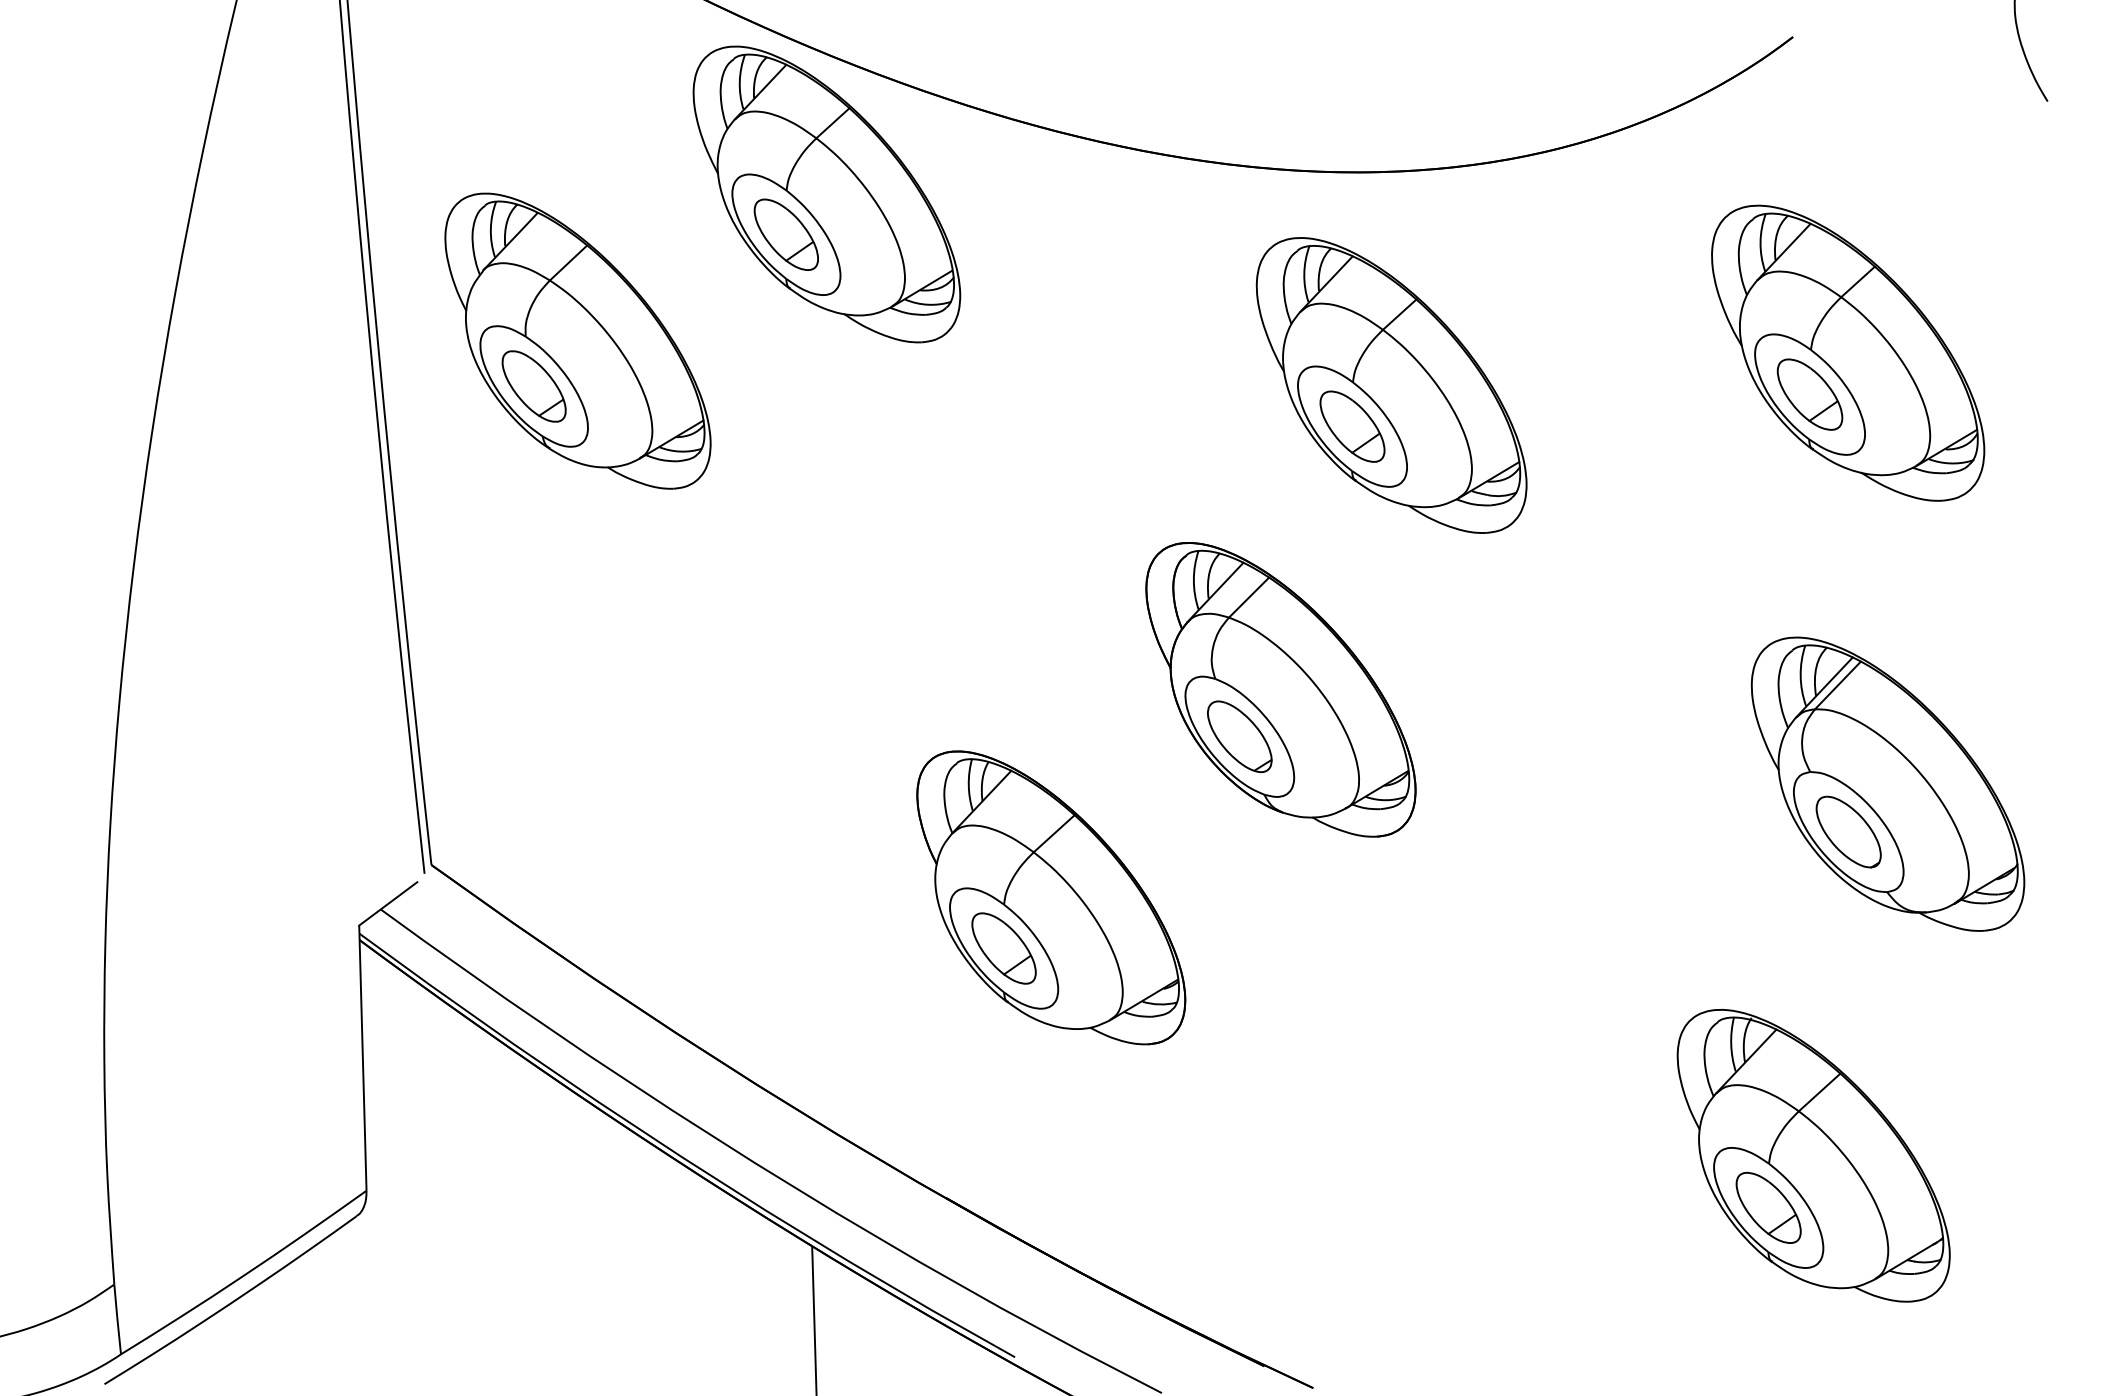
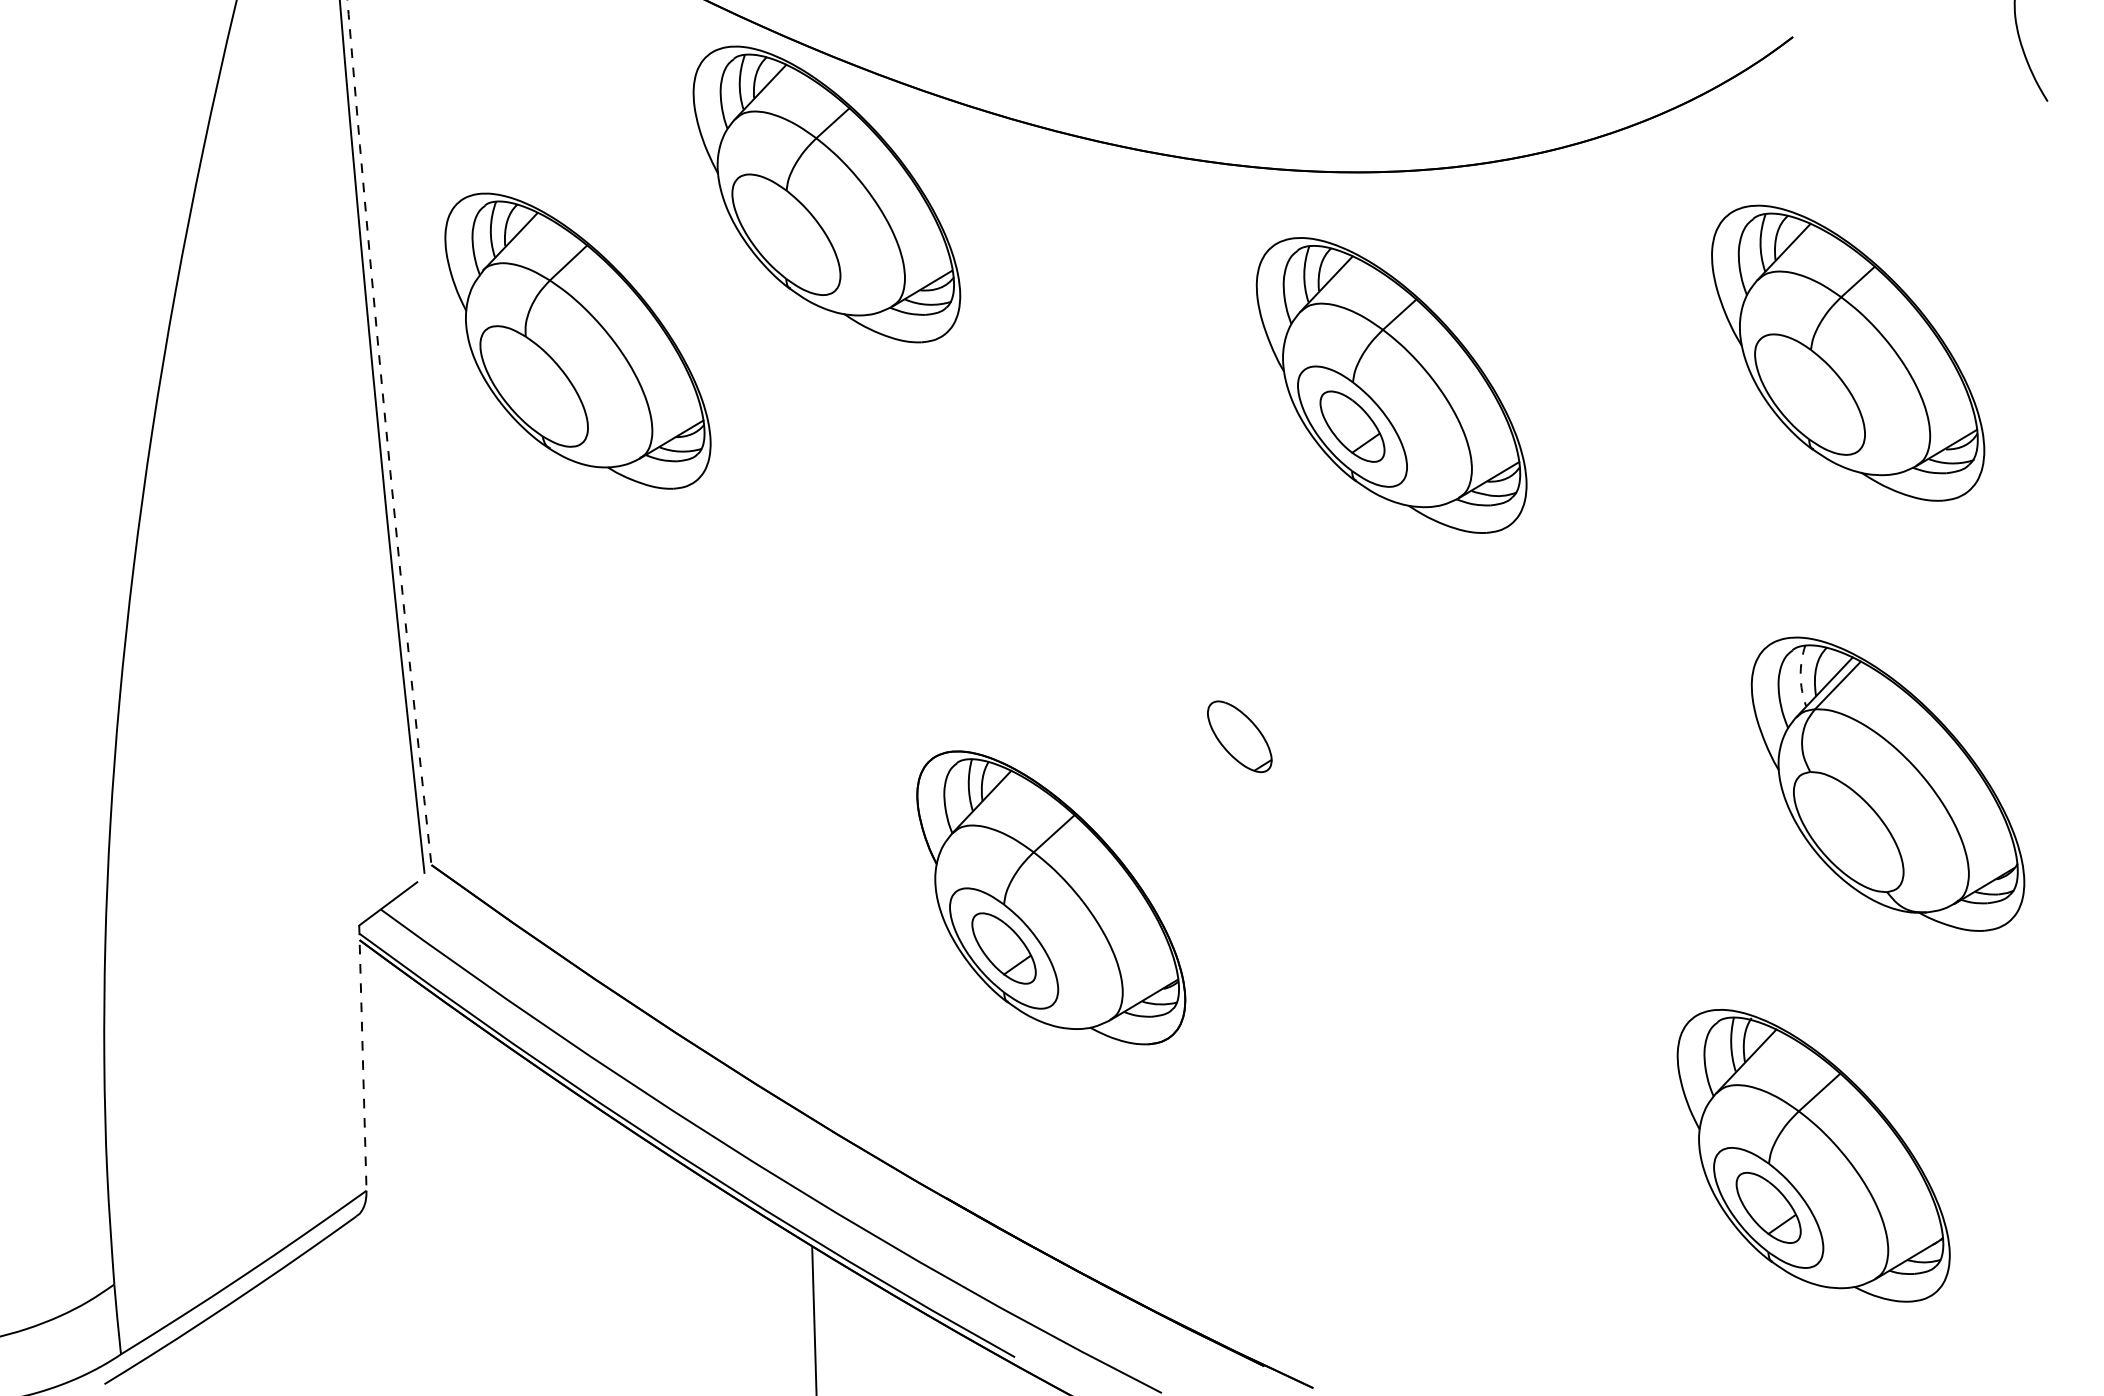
part at (785, 234): present -> none
part at (533, 386): present -> none
part at (1809, 394): present -> none
arc at (386, 433): solid -> dashed
arc at (1800, 675): solid -> dashed
part at (1280, 689): present -> none
part at (1848, 831): present -> none
line at (362, 1058): solid -> dashed
